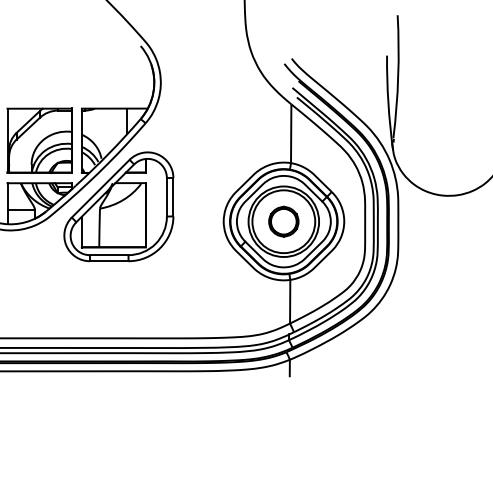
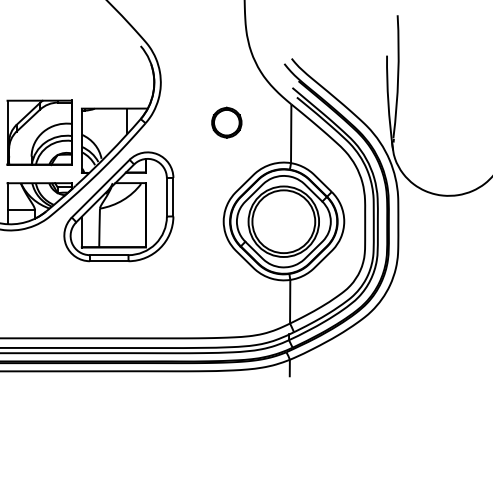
part at (39, 140) position: (39, 140) -> (39, 132)
part at (283, 221) position: (283, 221) -> (226, 122)
